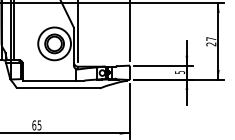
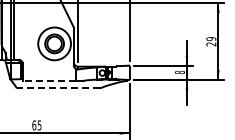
text at (211, 39): 27 -> 29
text at (179, 72): 5 -> 8
line at (49, 80): solid -> dashed
line at (58, 88): solid -> dashed
